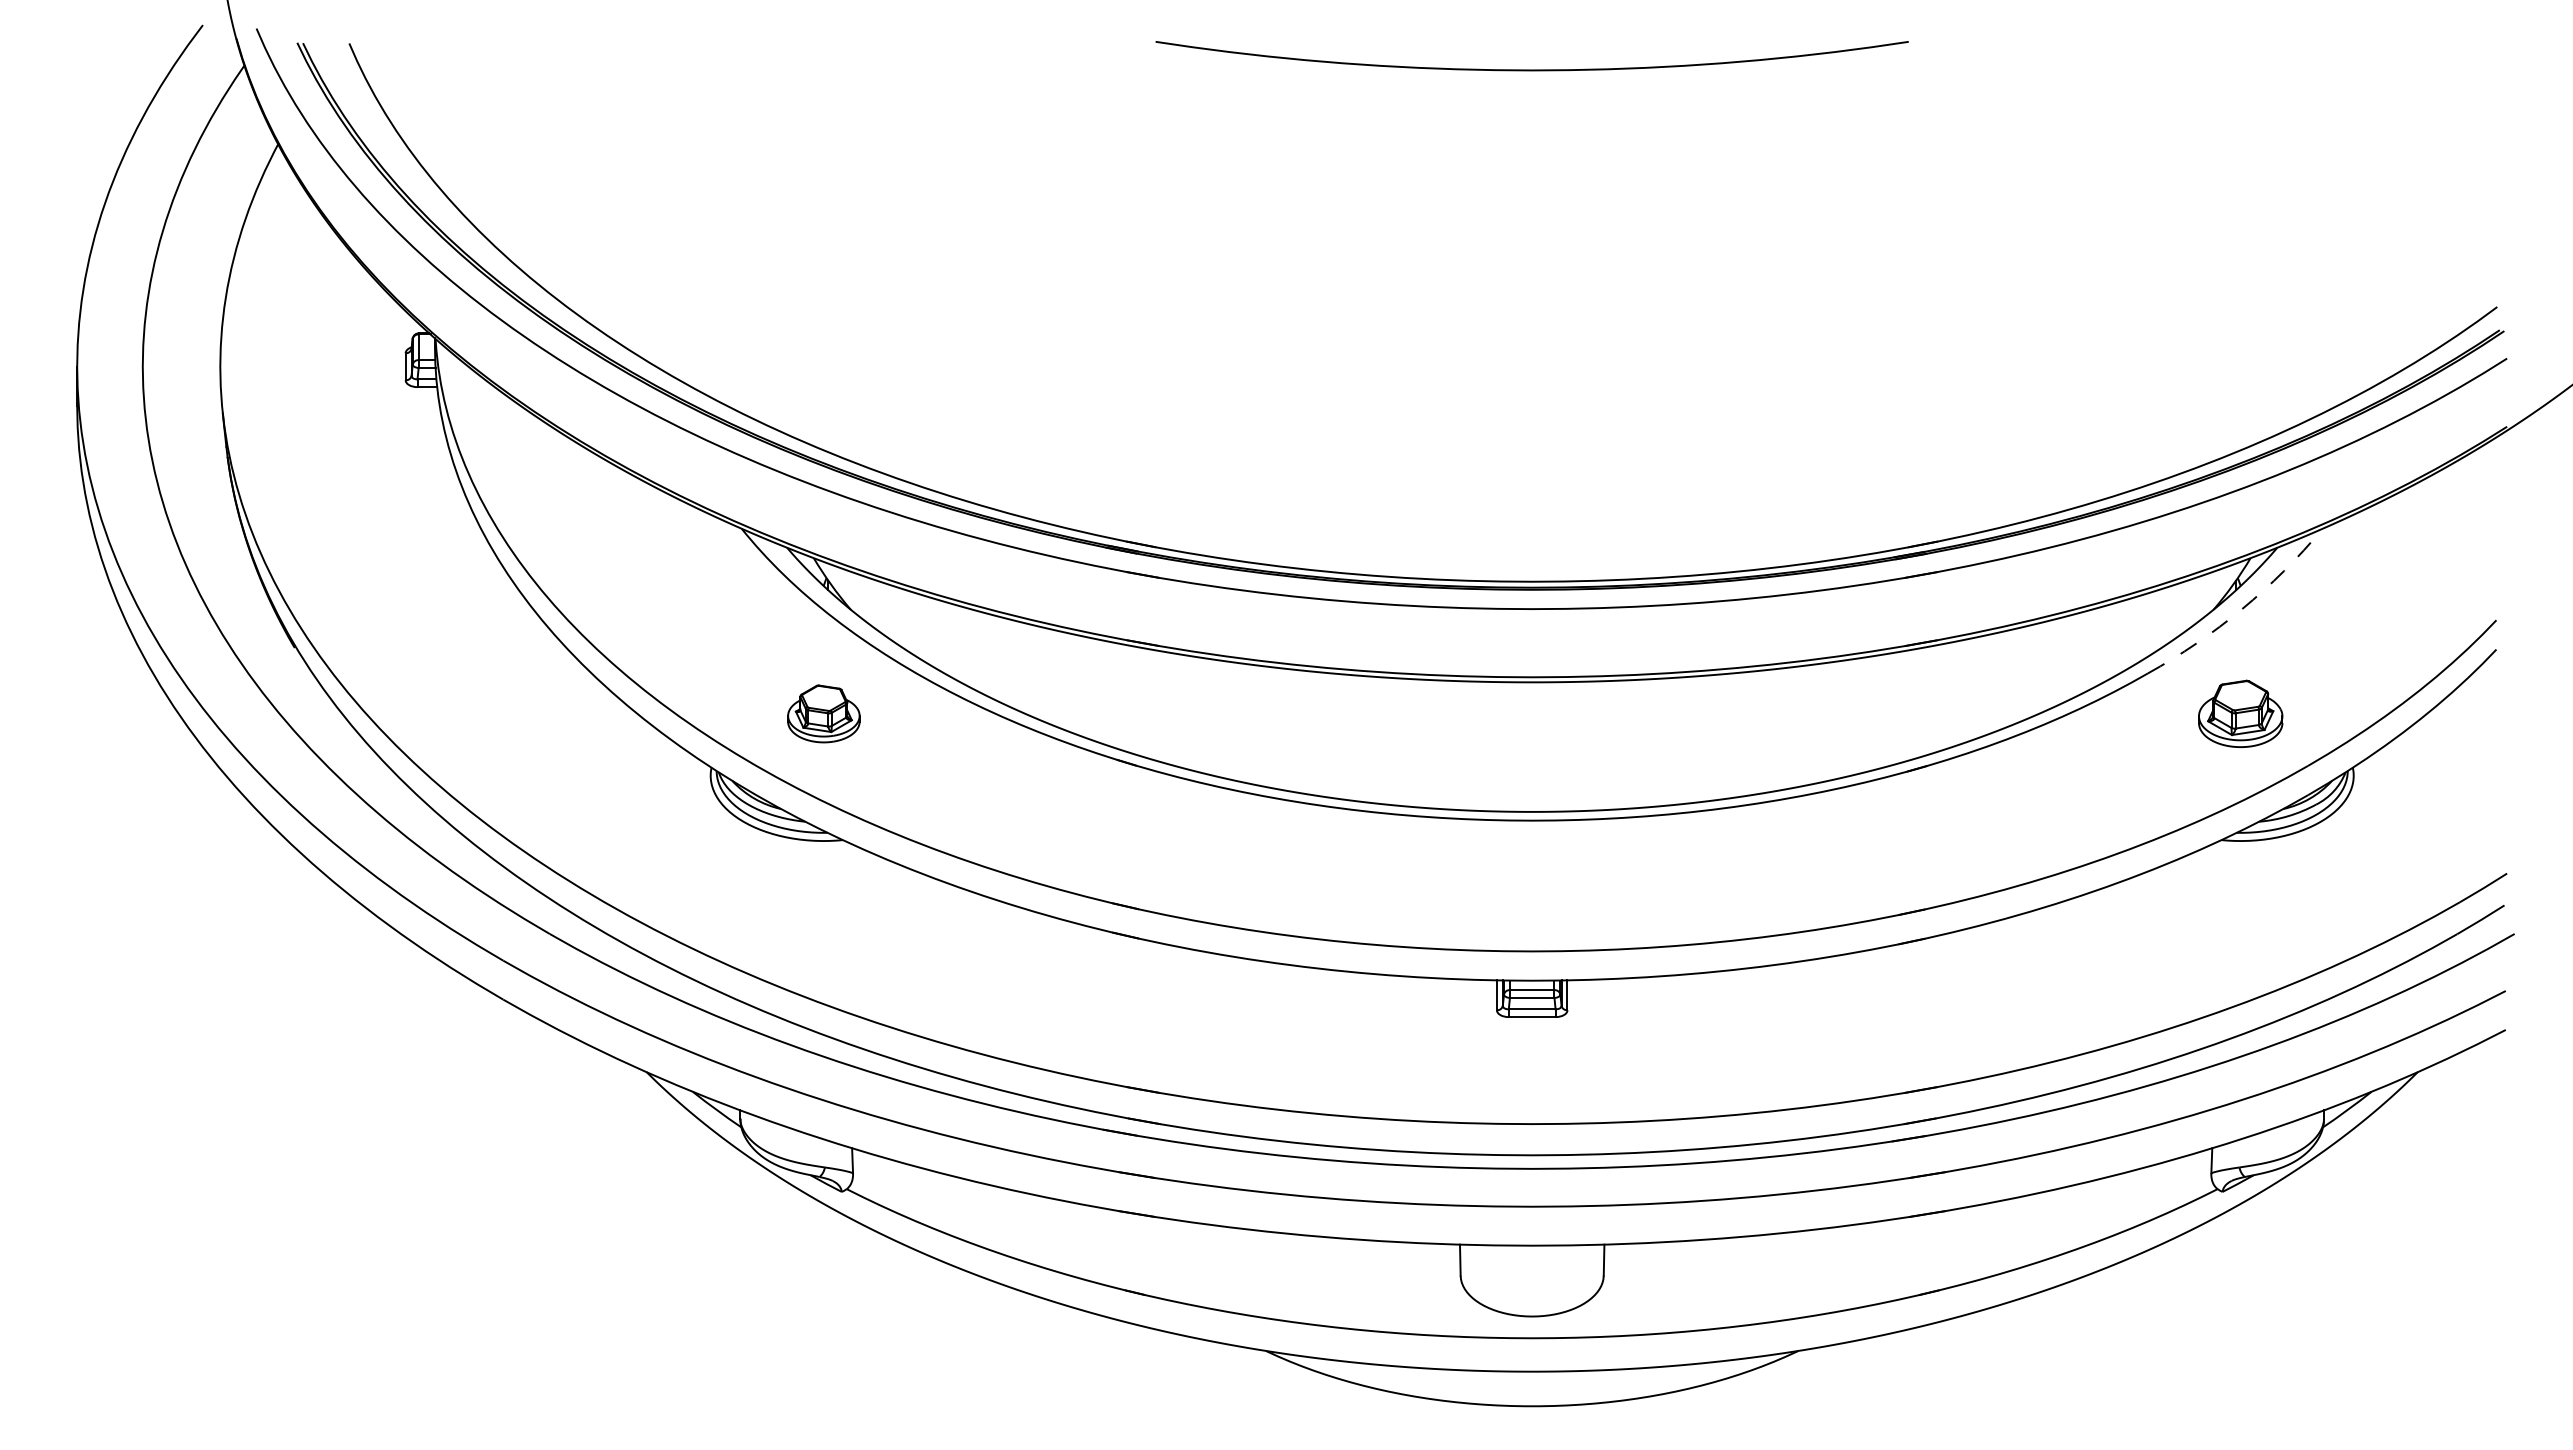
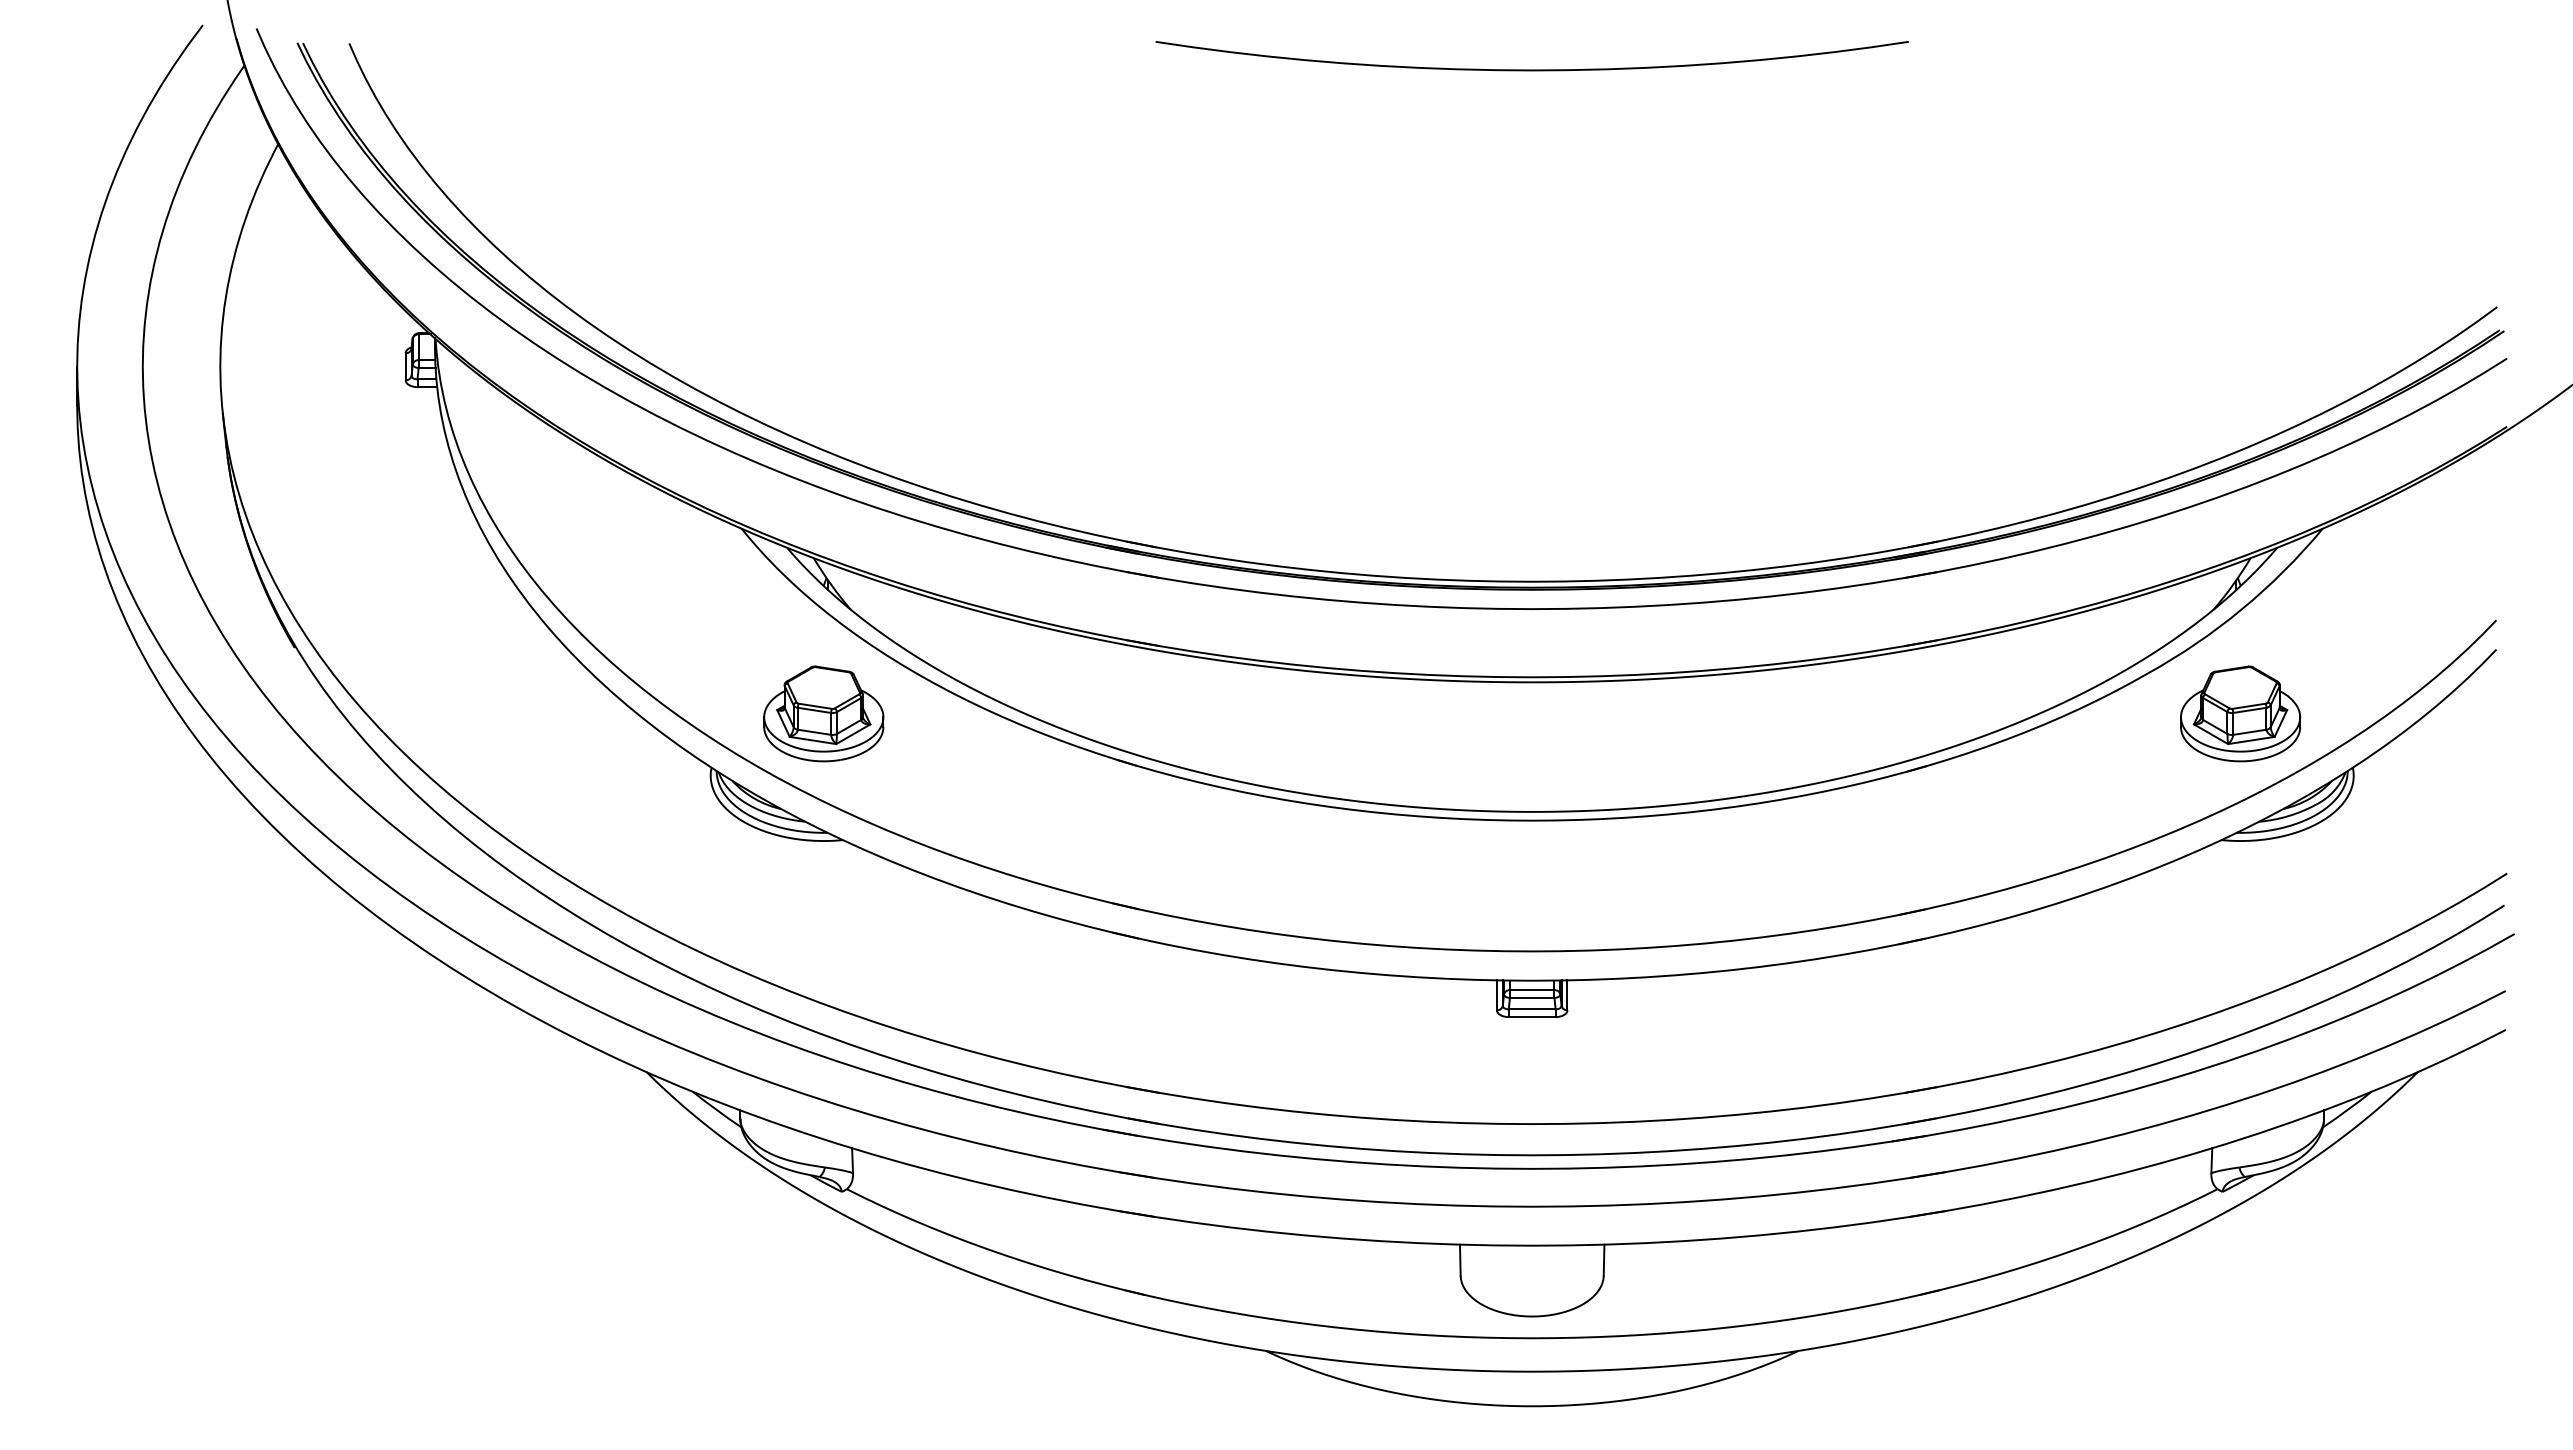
arc at (2241, 609): dashed -> solid
part at (823, 713) size: 74x60 px -> 122x98 px
part at (2240, 713) size: 86x70 px -> 122x98 px
